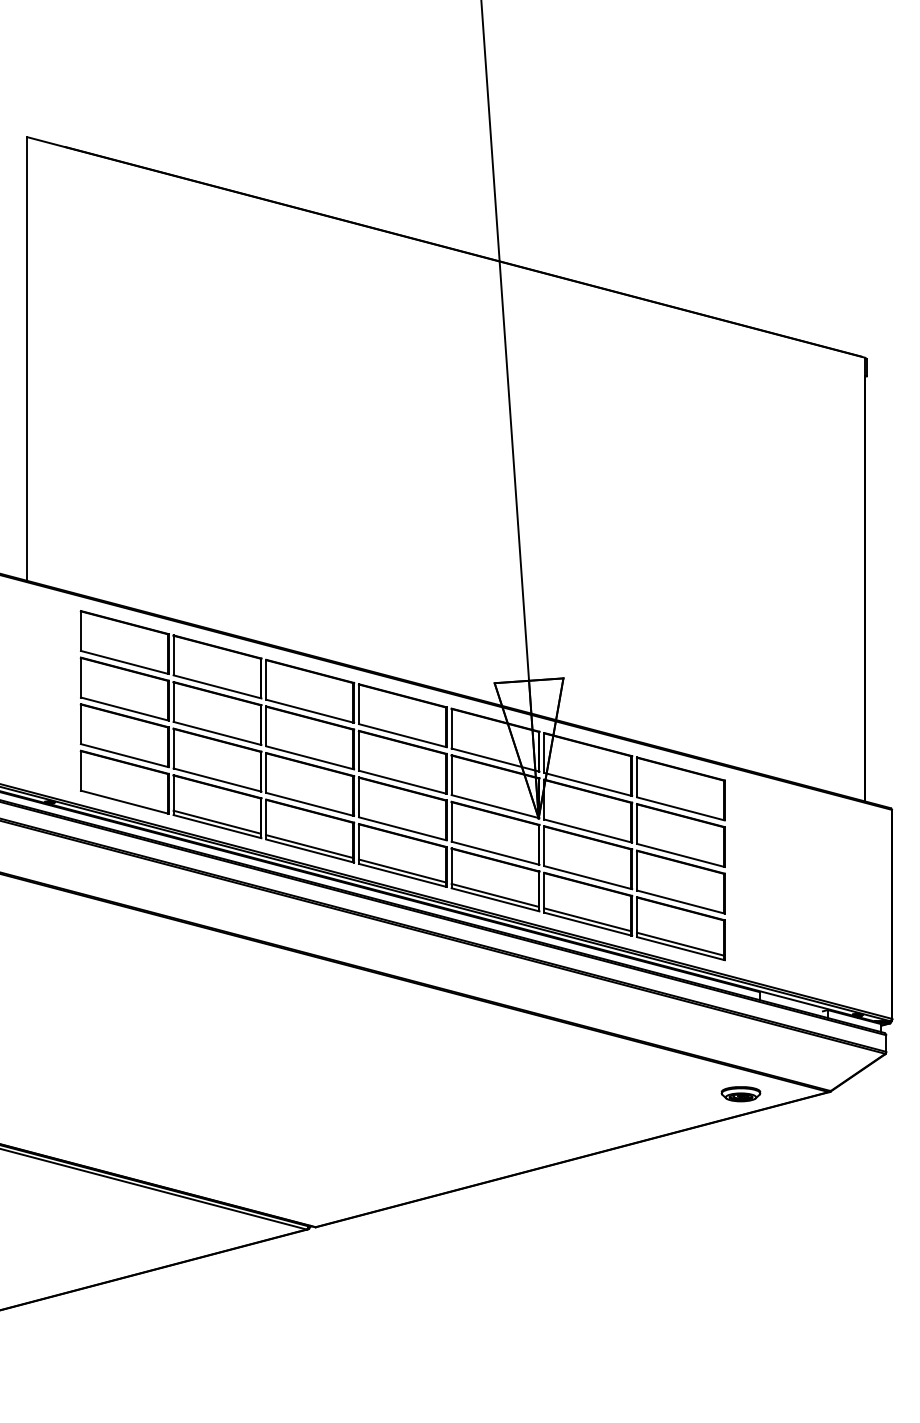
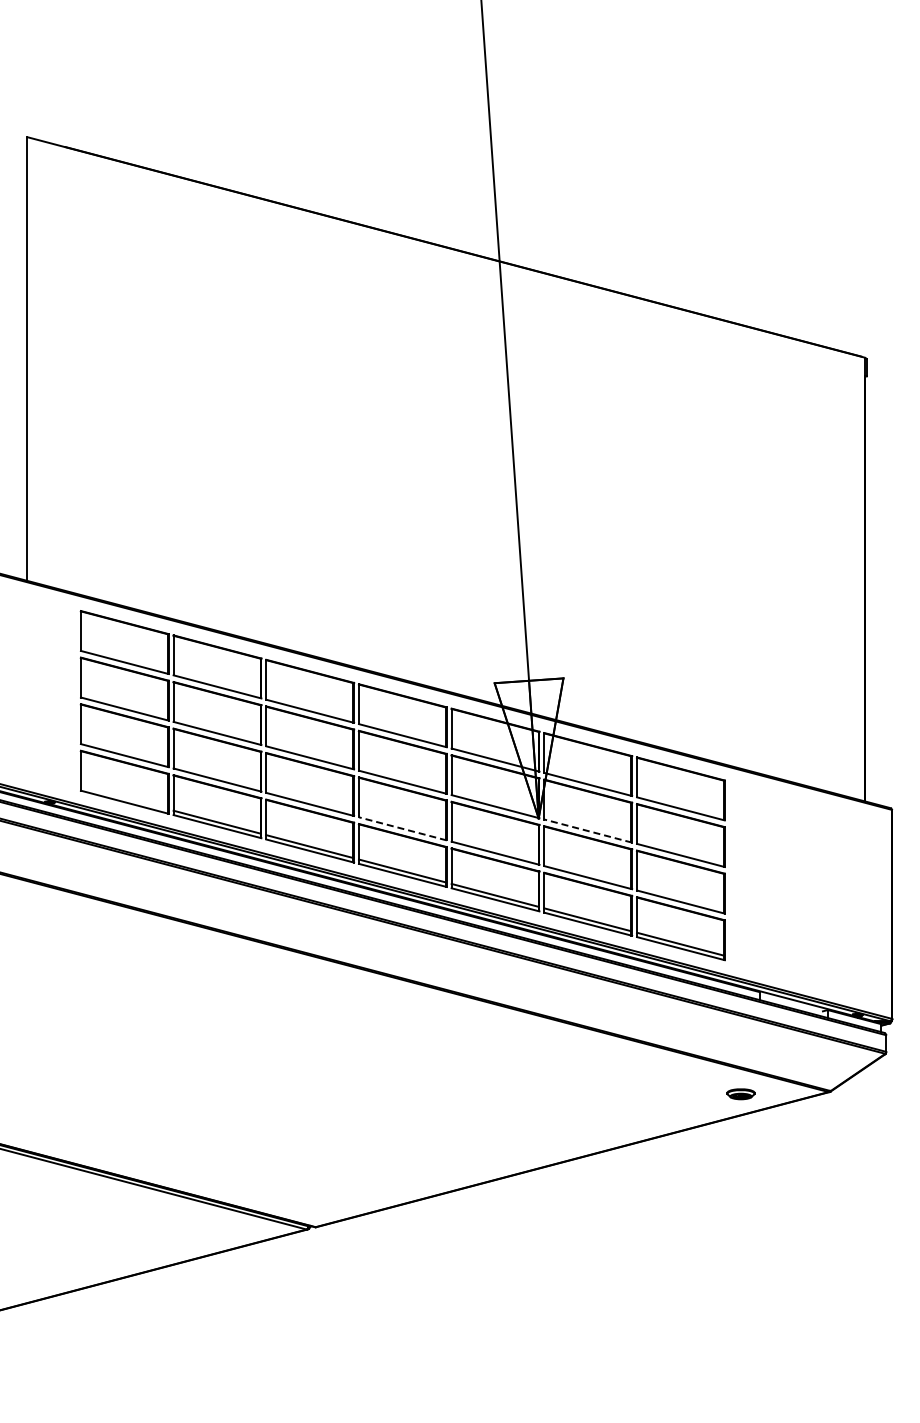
line at (402, 828): solid -> dashed
line at (587, 830): solid -> dashed
part at (740, 1094) size: 42x17 px -> 30x13 px
